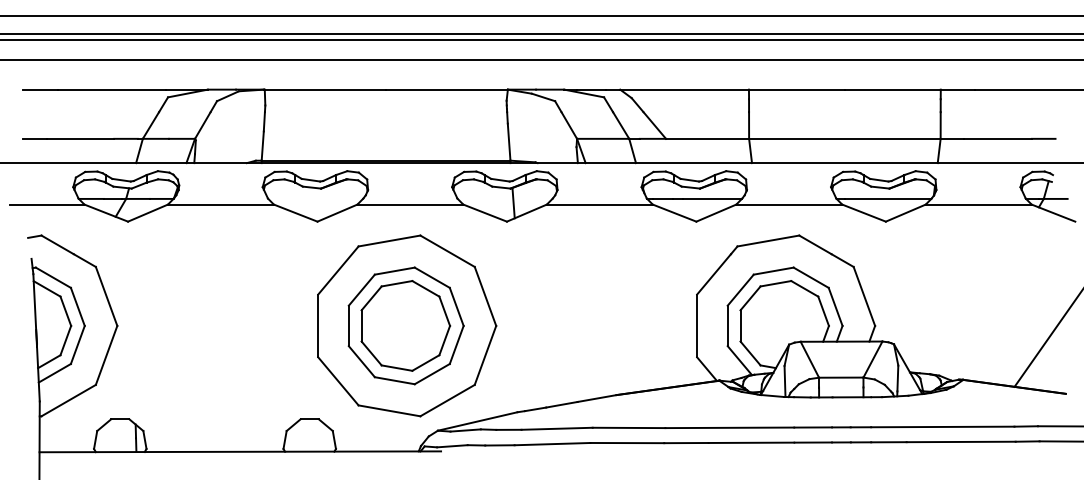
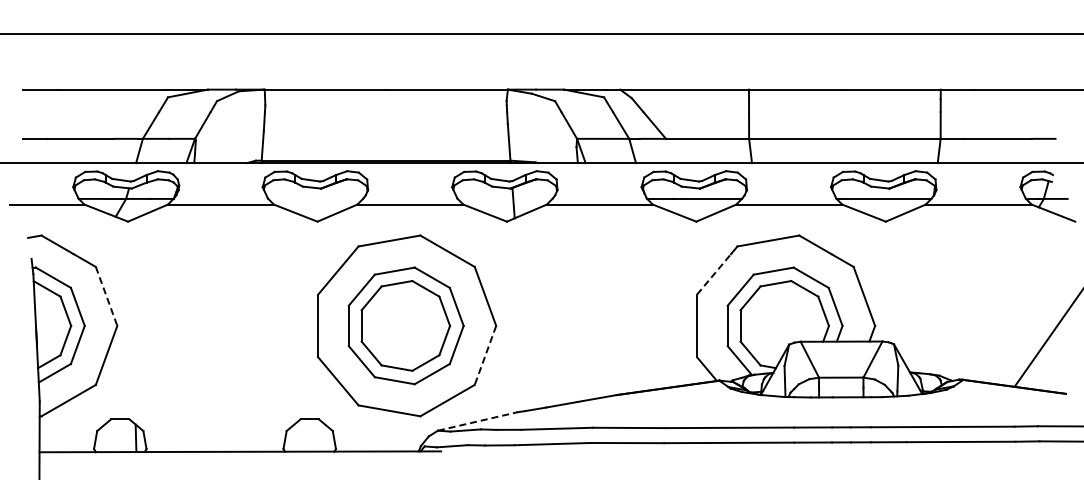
line at (541, 16): present -> none
line at (541, 39): present -> none
line at (541, 60): present -> none
line at (714, 274): solid -> dashed
line at (106, 296): solid -> dashed
line at (485, 355): solid -> dashed
line at (477, 421): solid -> dashed
